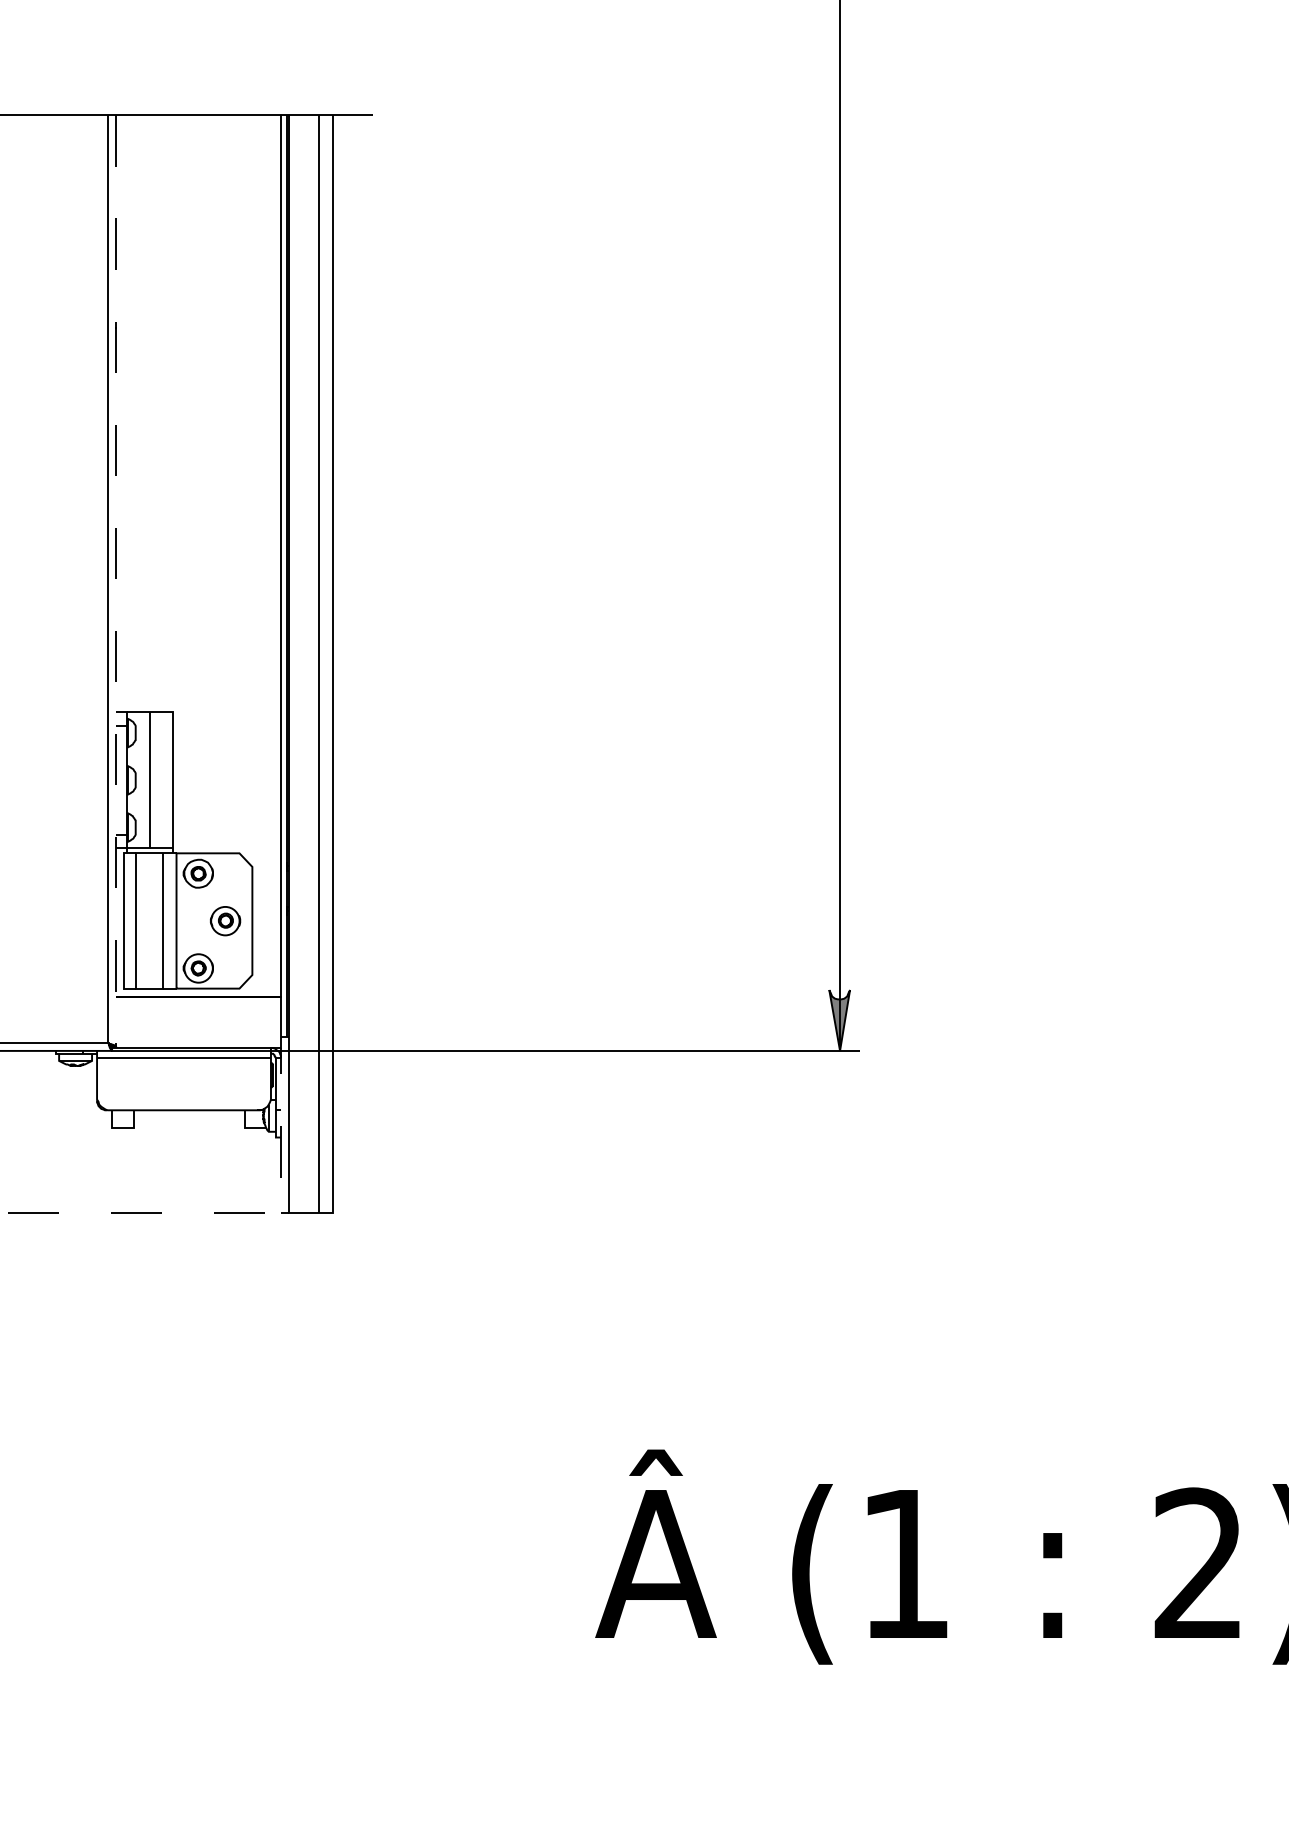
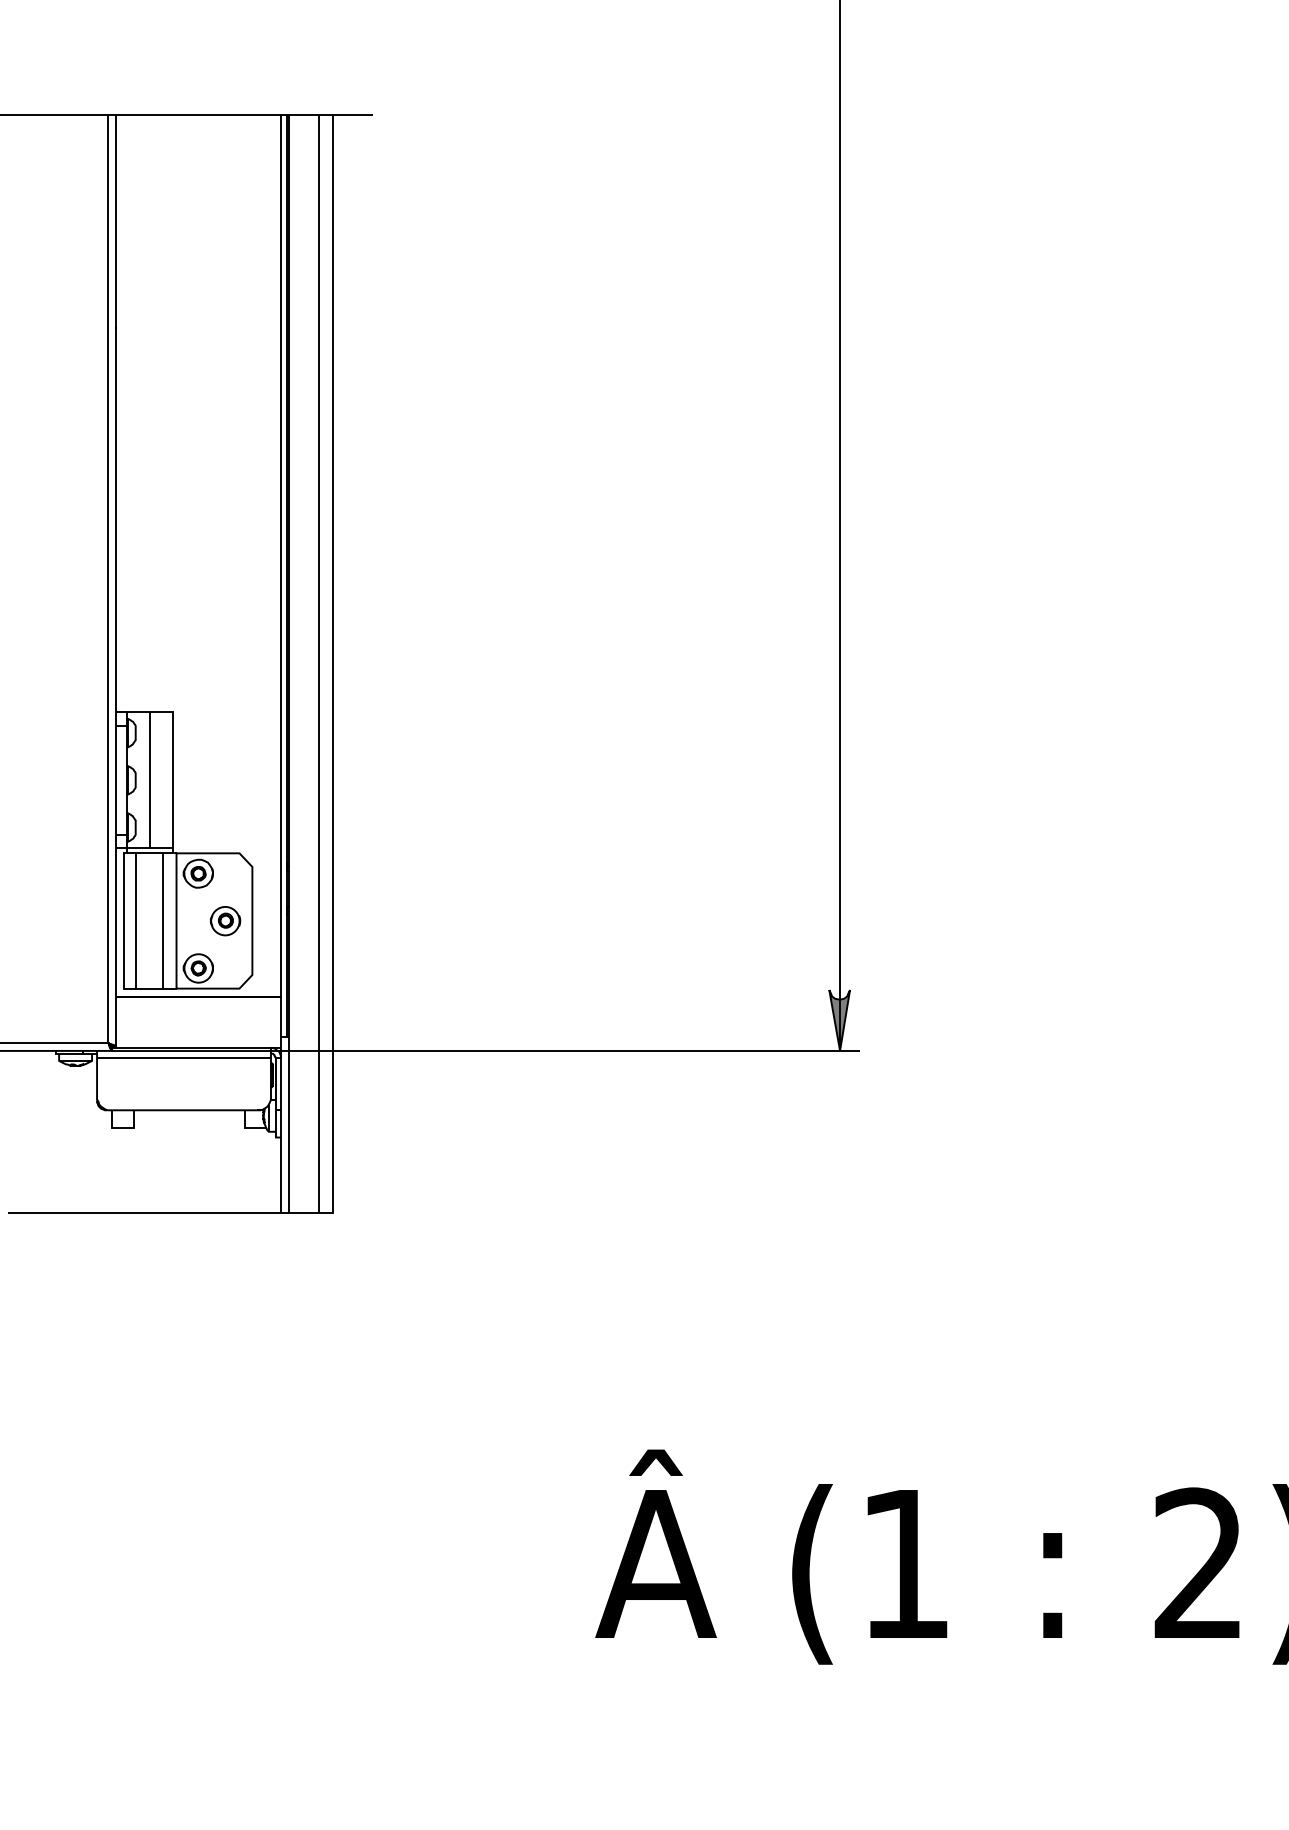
line at (116, 581): dashed -> solid
line at (228, 1213): dashed -> solid
